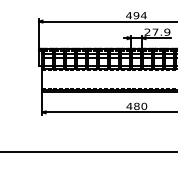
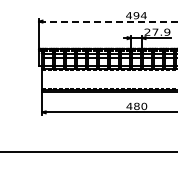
line at (108, 21): solid -> dashed
